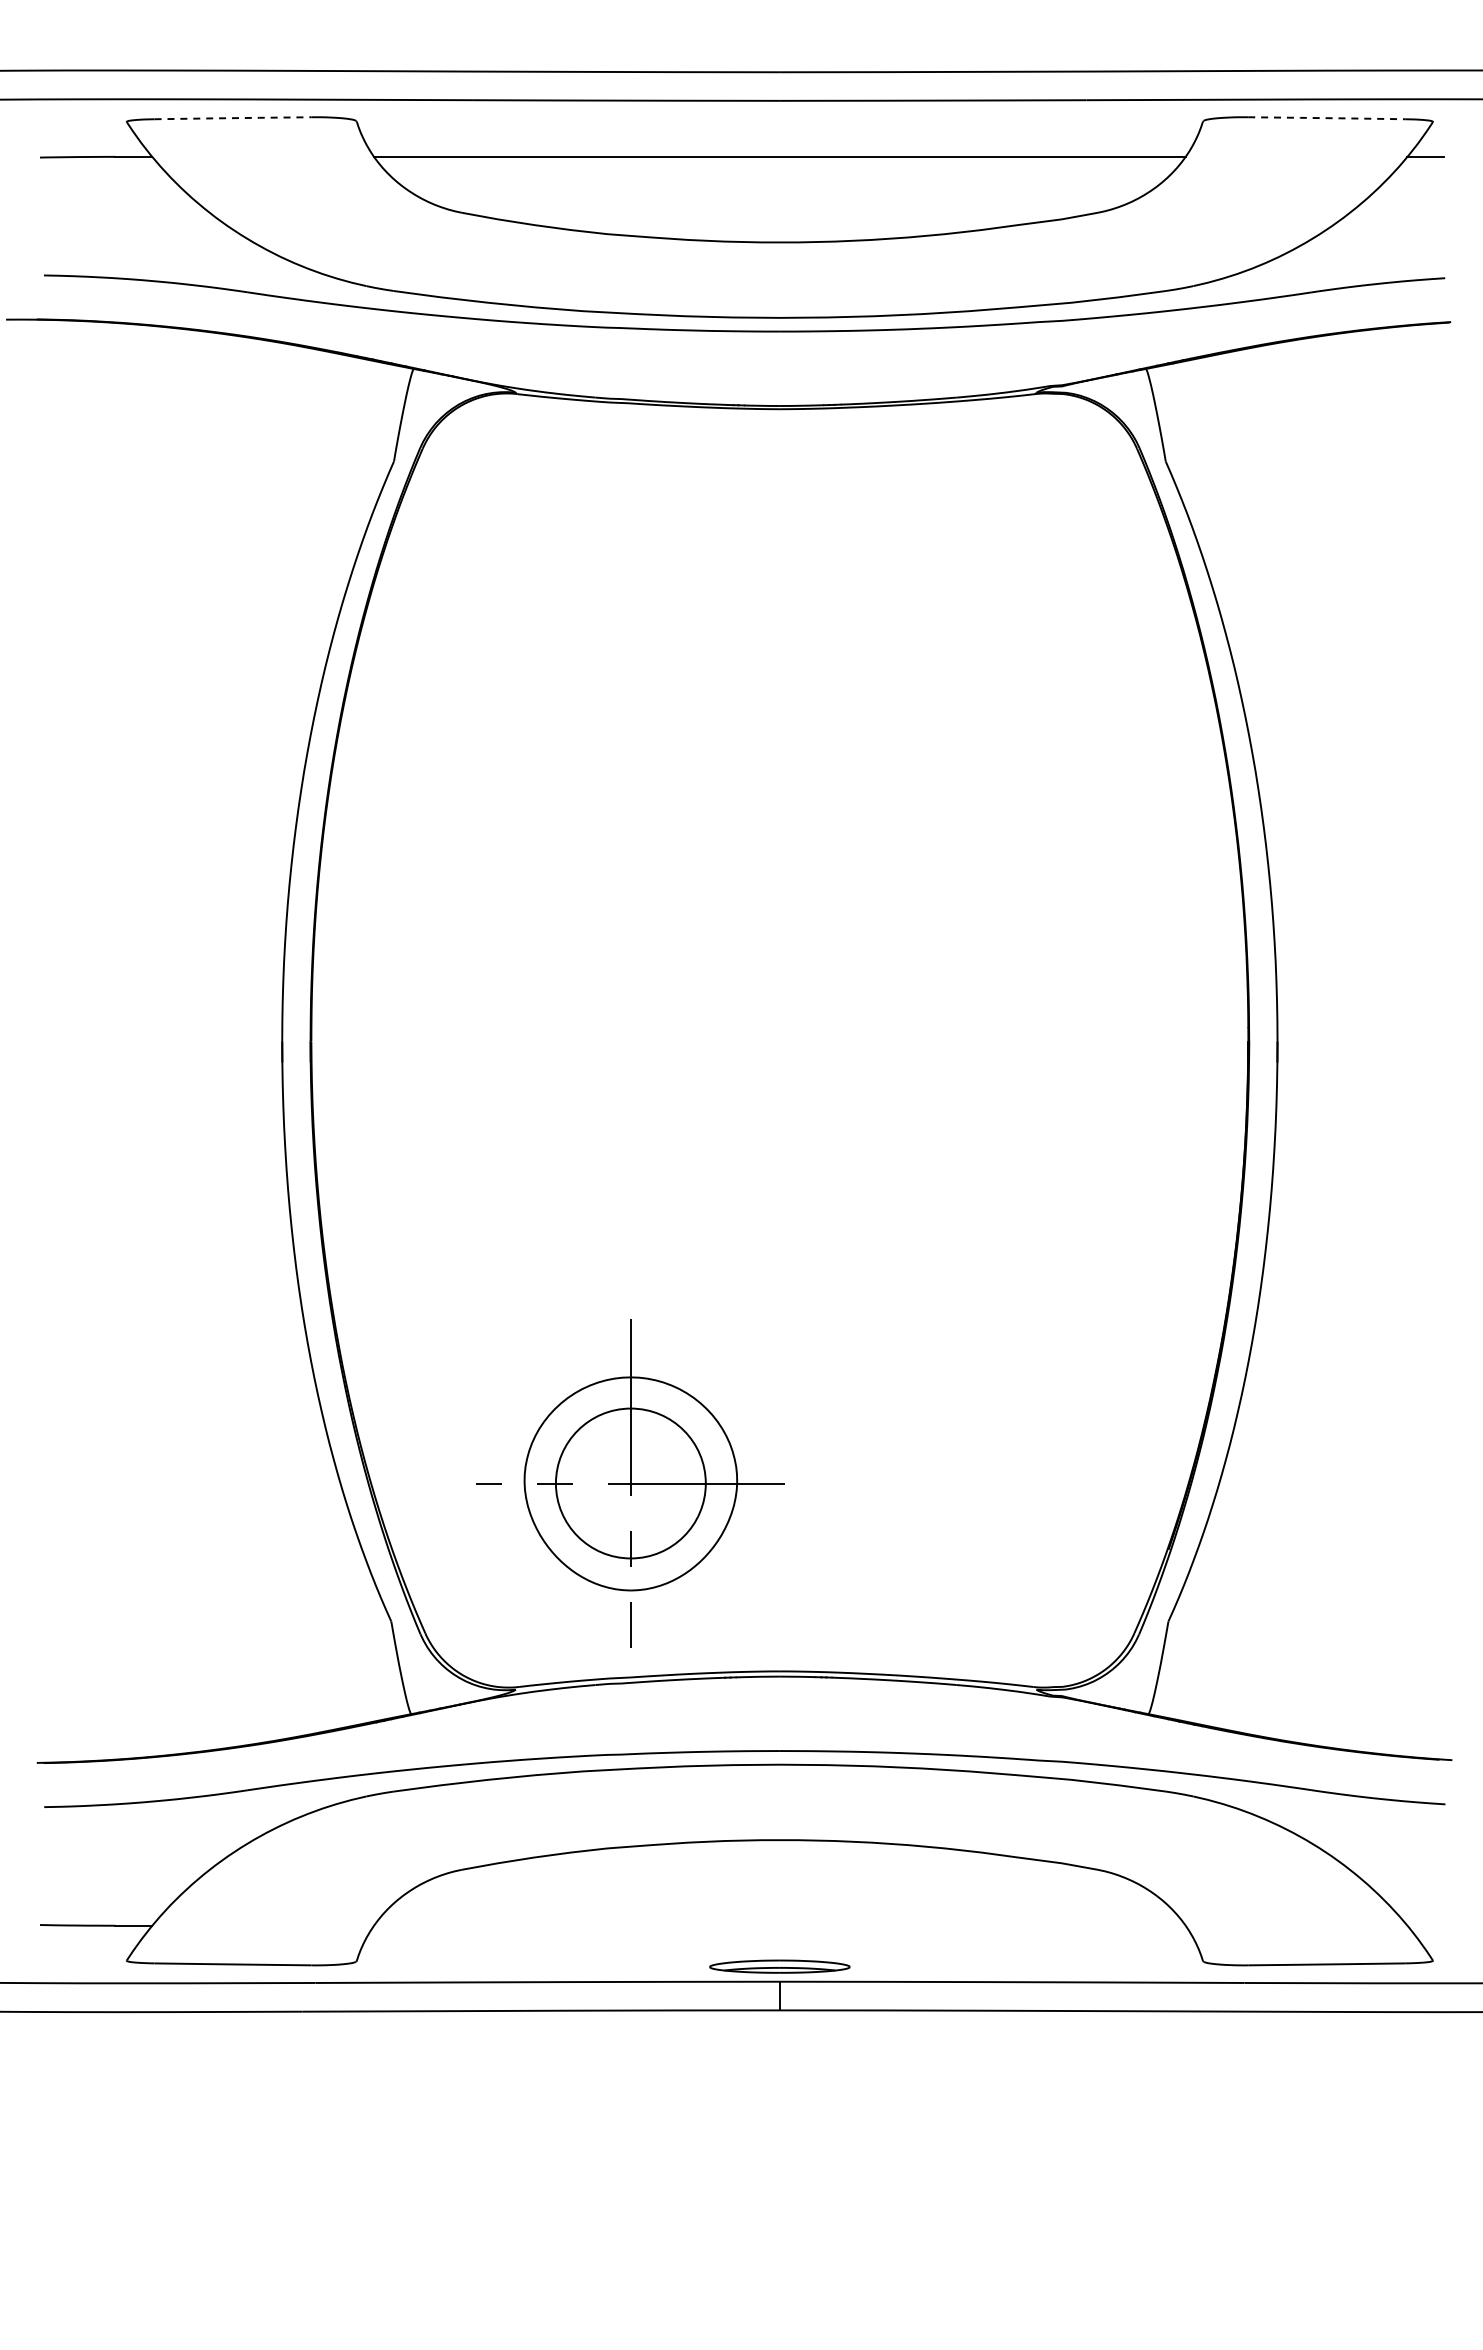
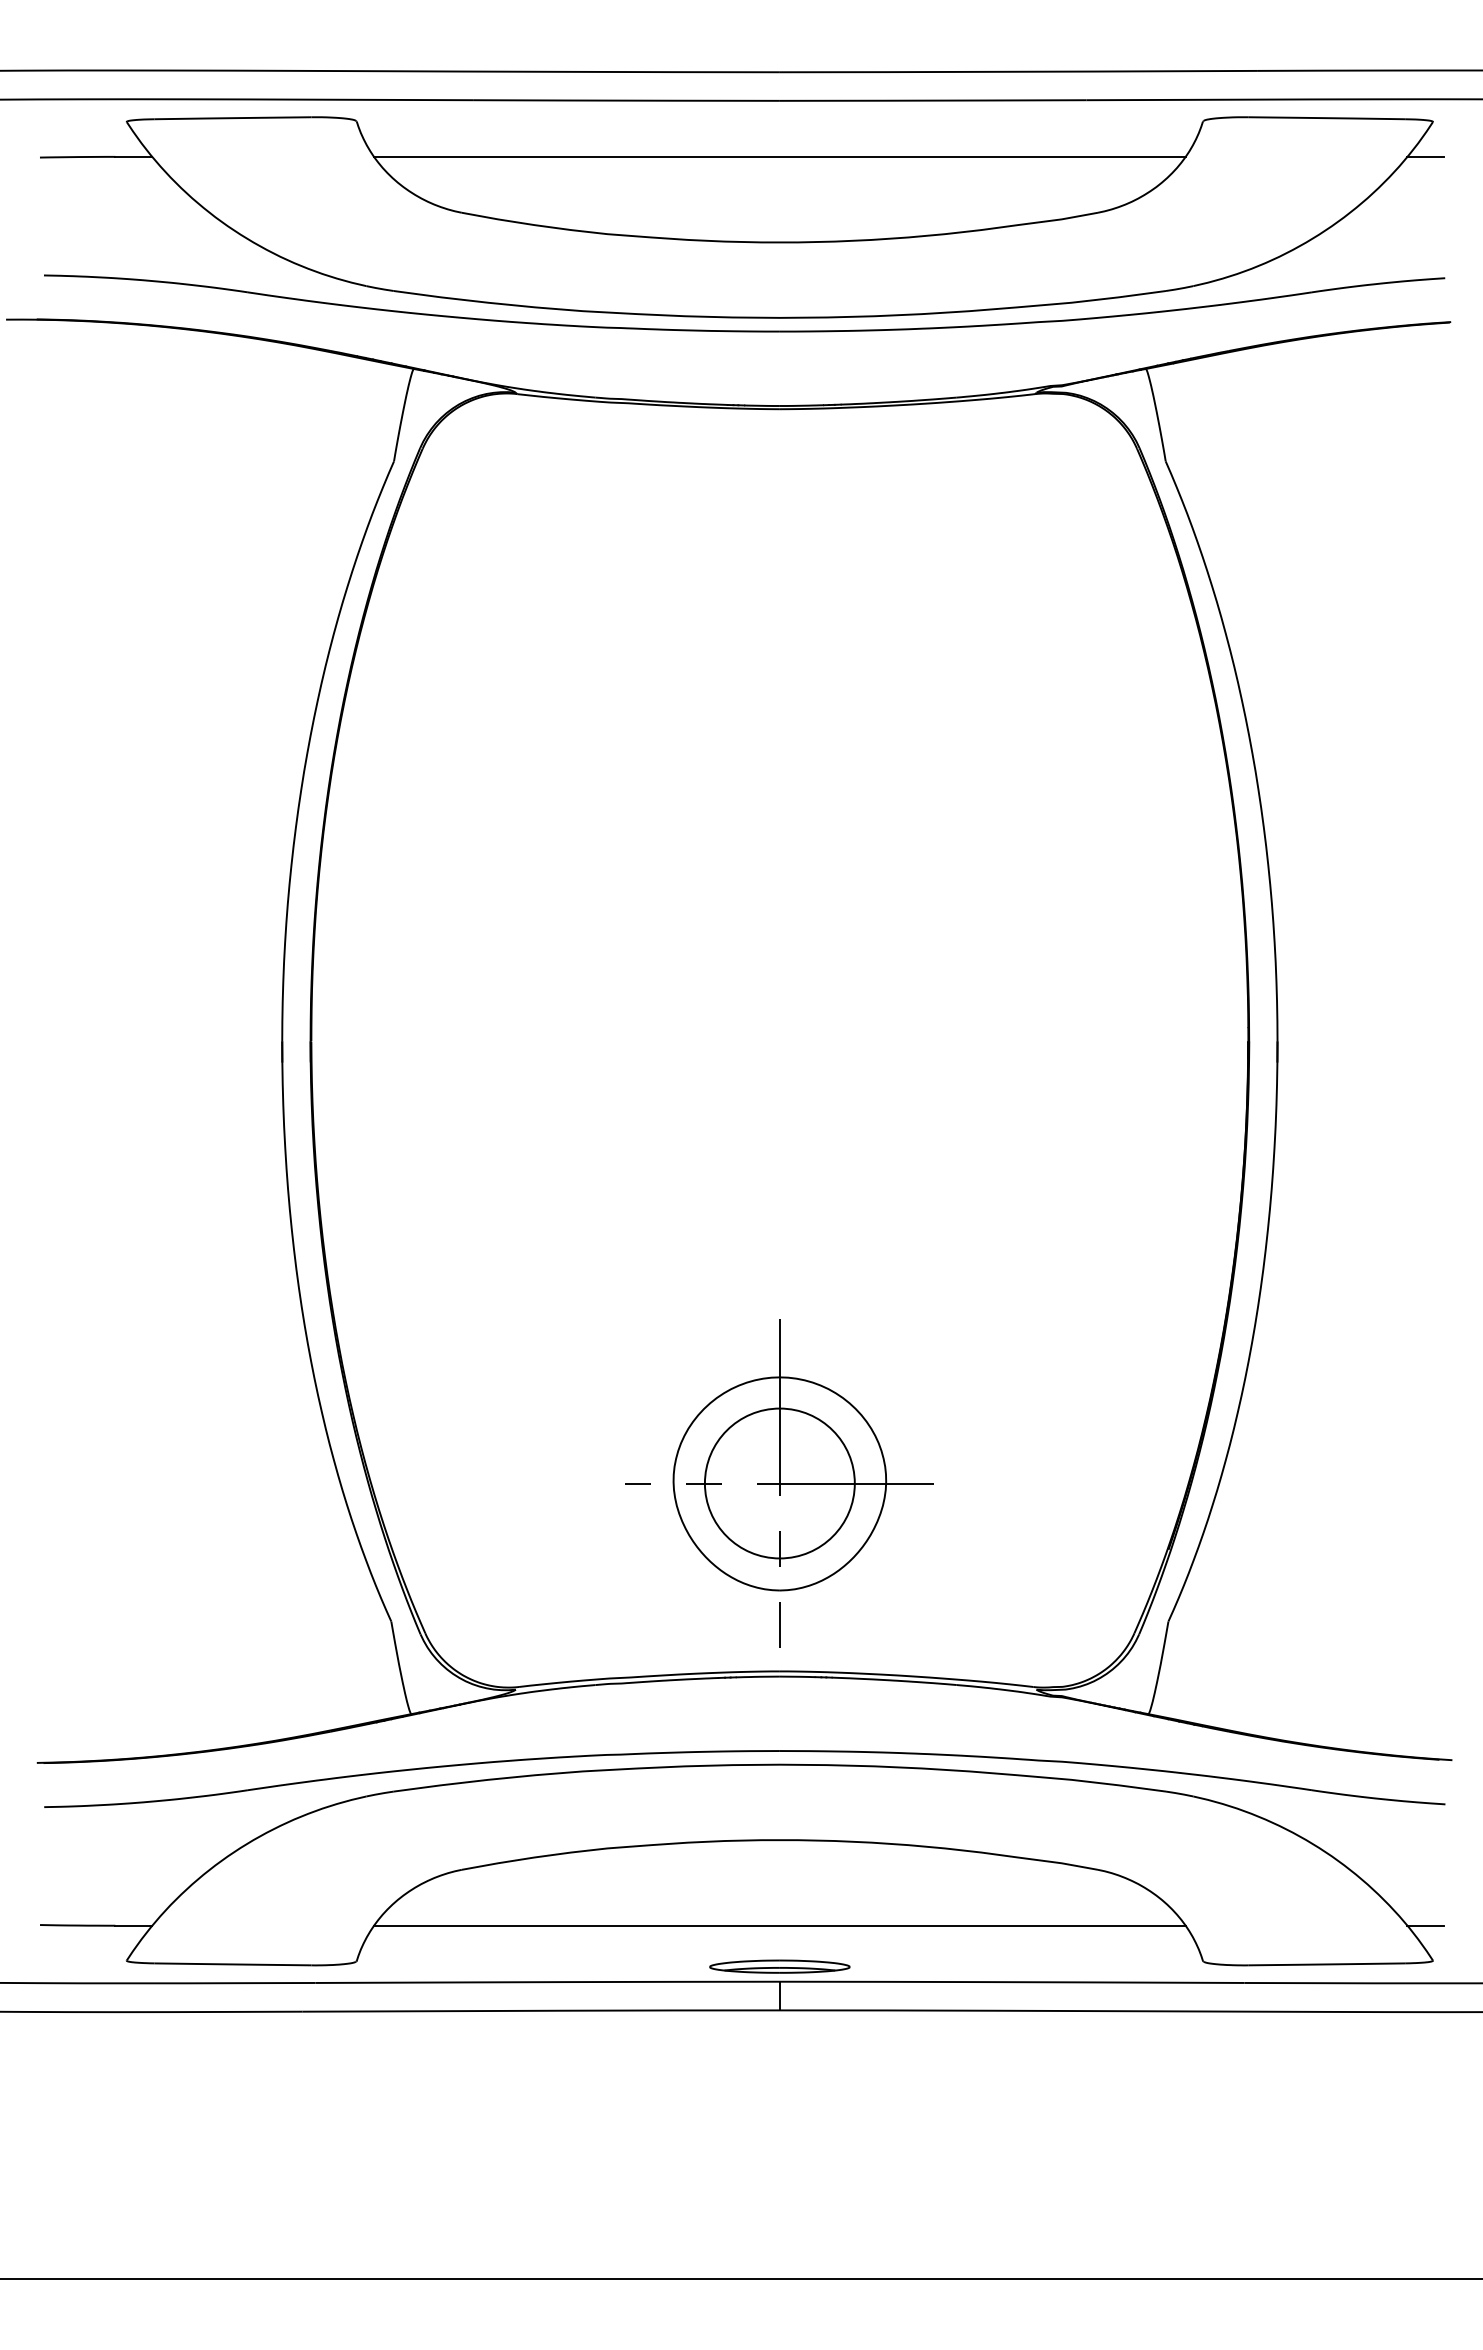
line at (233, 118): dashed -> solid
line at (1327, 118): dashed -> solid
part at (630, 1483) position: (630, 1483) -> (779, 1483)
line at (779, 1925): none -> present
line at (1425, 1925): none -> present
line at (740, 2279): none -> present
